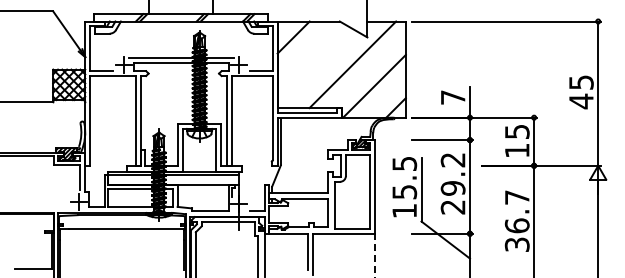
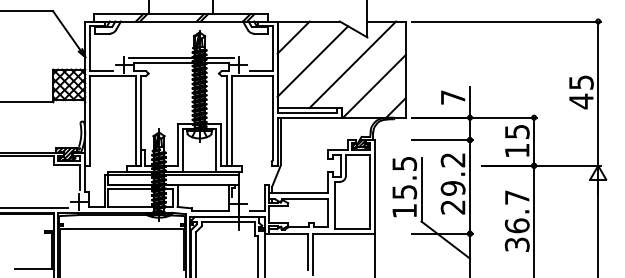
line at (312, 61): none -> present
line at (35, 208): none -> present
line at (374, 255): dashed -> solid
